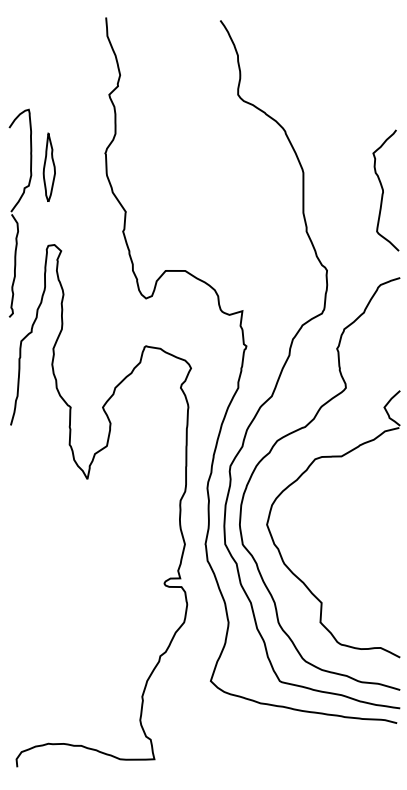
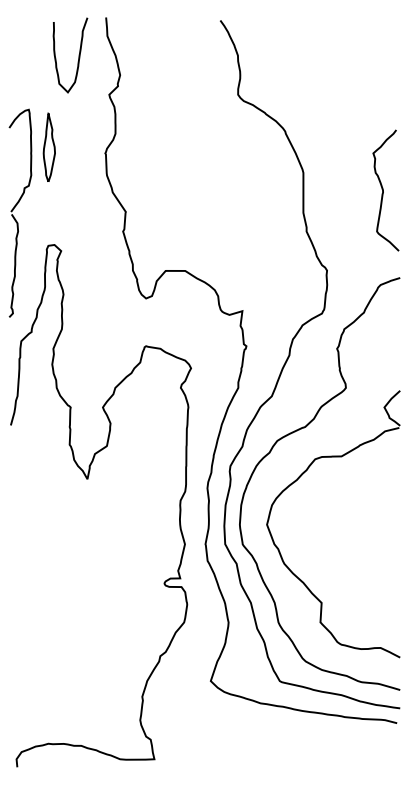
curve at (78, 55): none -> present
part at (48, 166) position: (48, 166) -> (48, 146)
